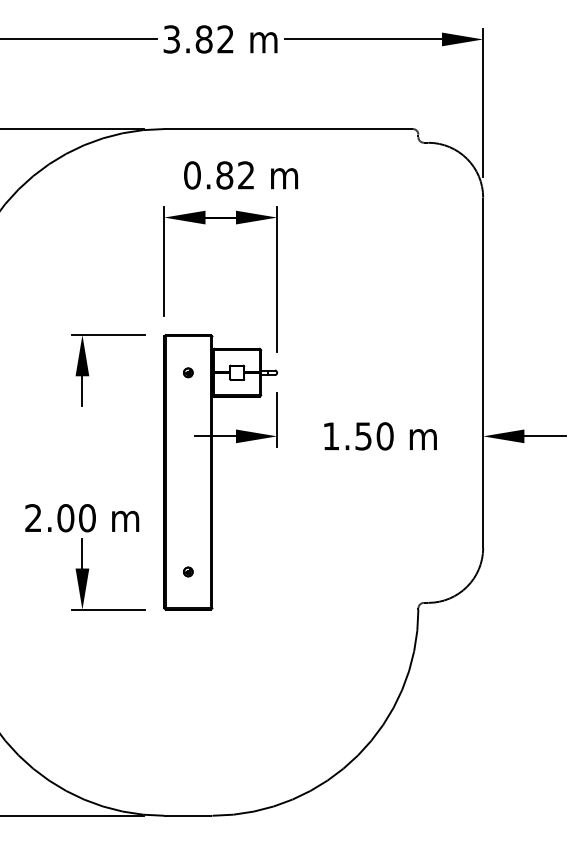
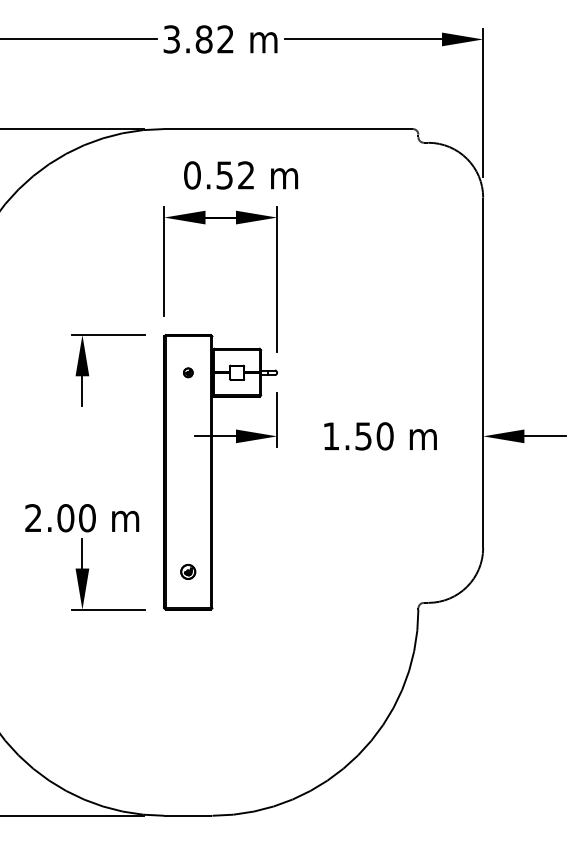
text at (224, 175): 0.82 -> 0.52
part at (188, 571) size: 11x12 px -> 17x16 px
